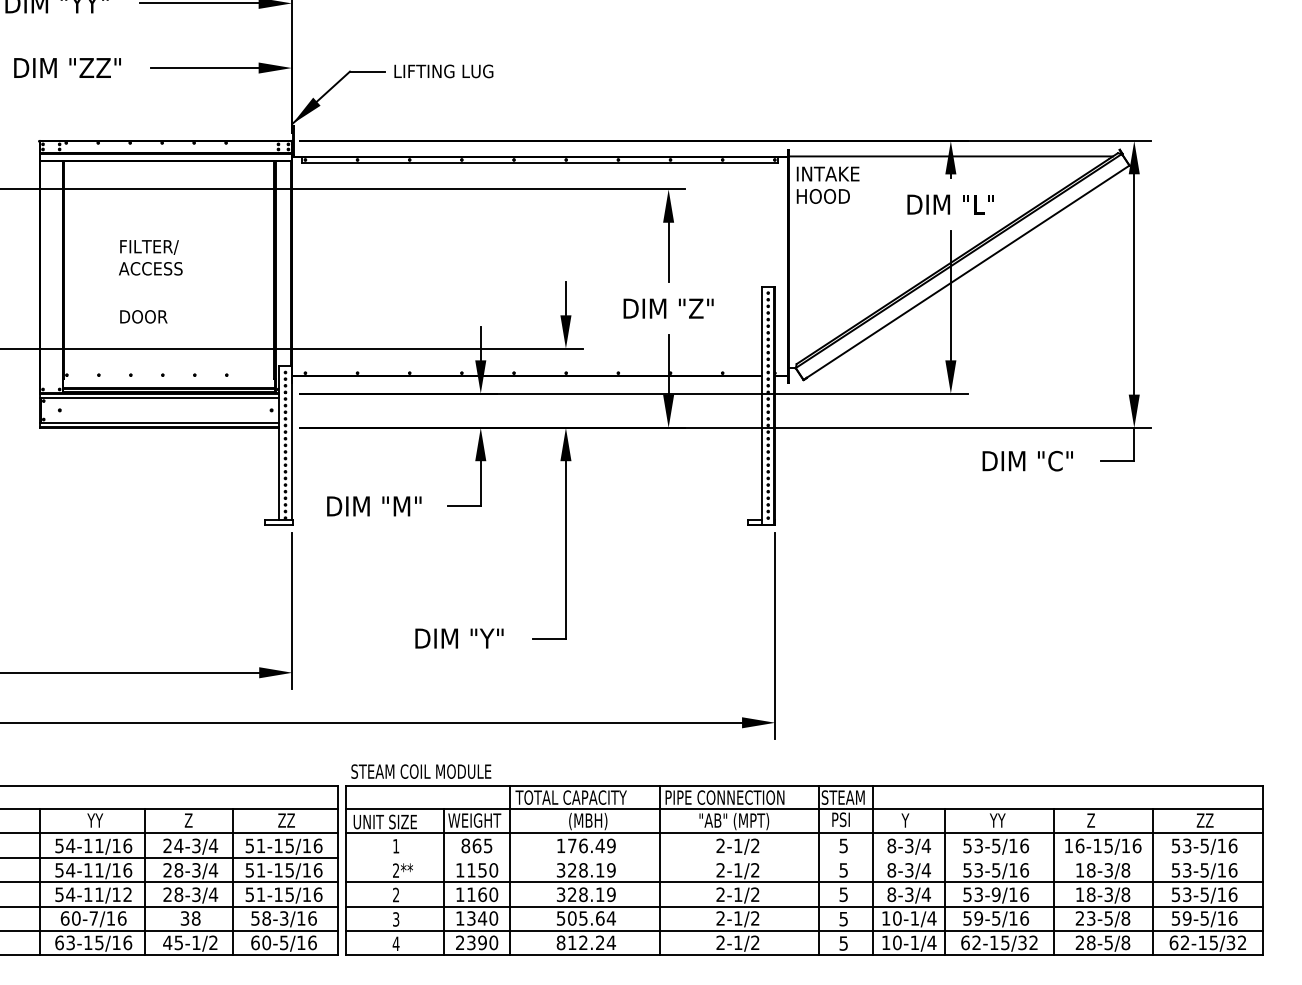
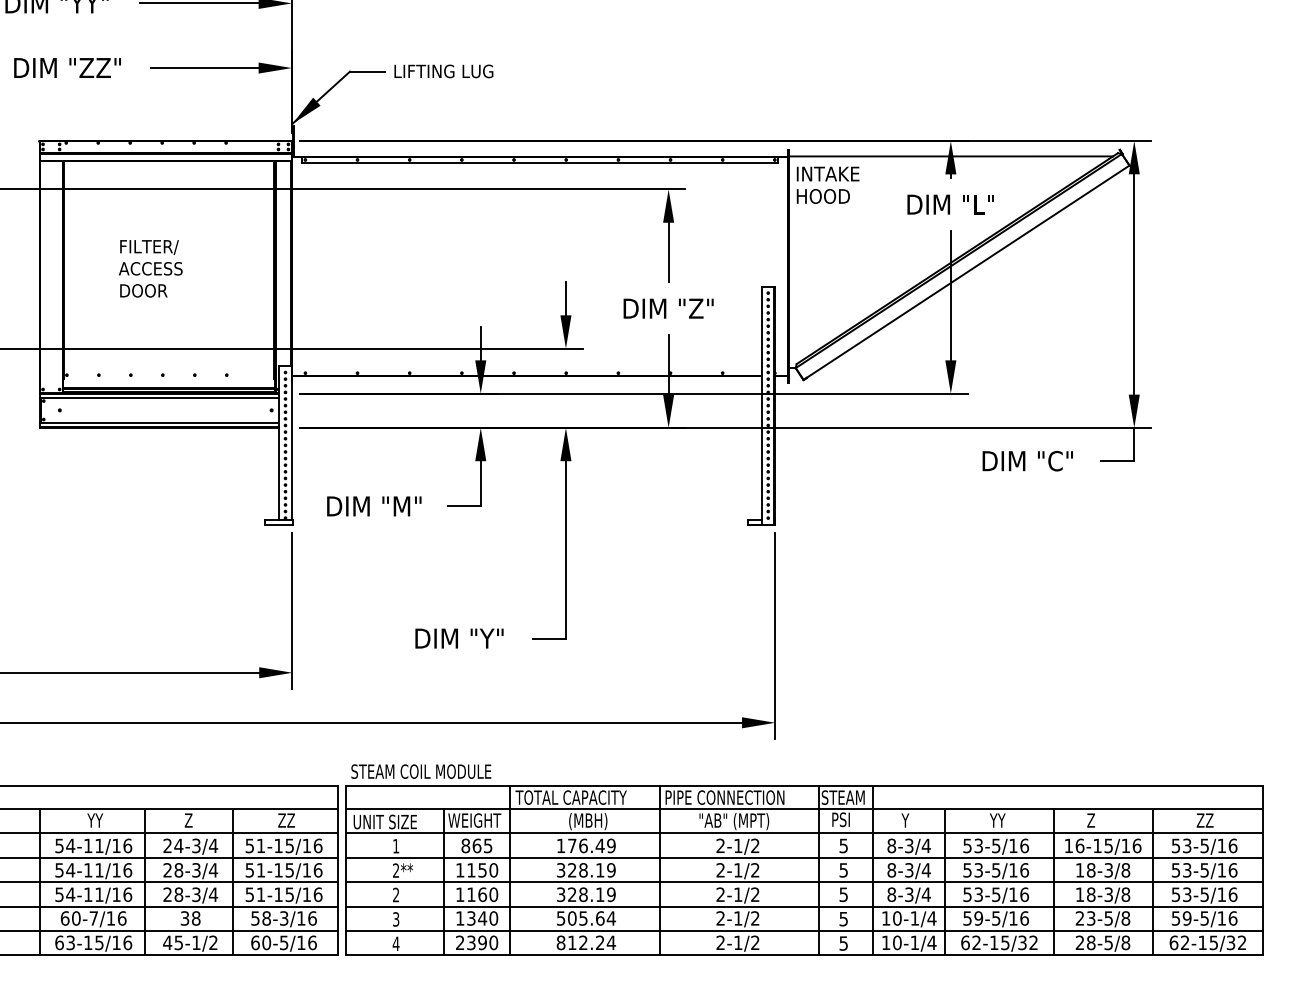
text at (143, 316) position: (143, 316) -> (143, 290)
line at (804, 857): none -> present
text at (127, 894): 54-11/12 -> 54-11/16
text at (995, 894): 53-9/16 -> 53-5/16
